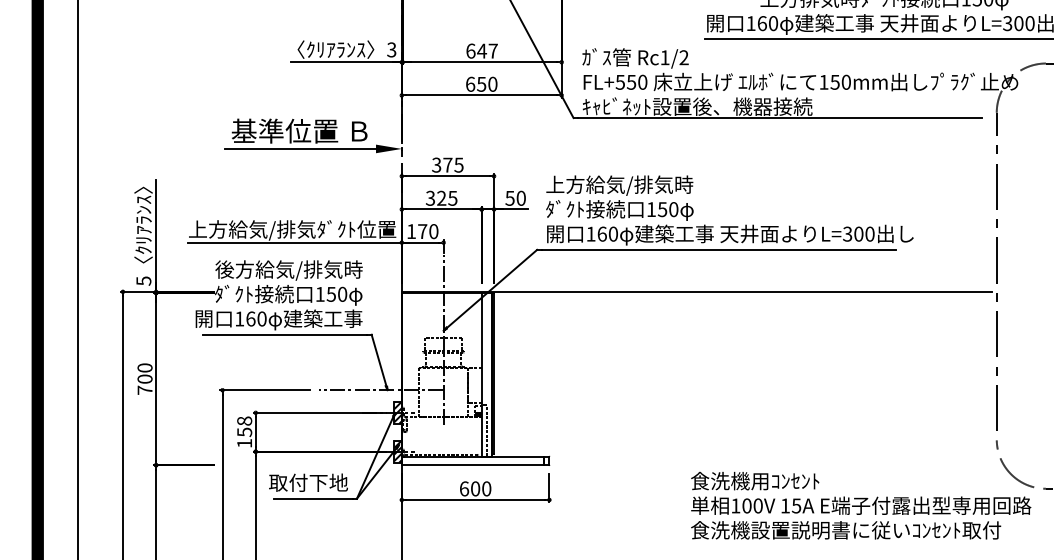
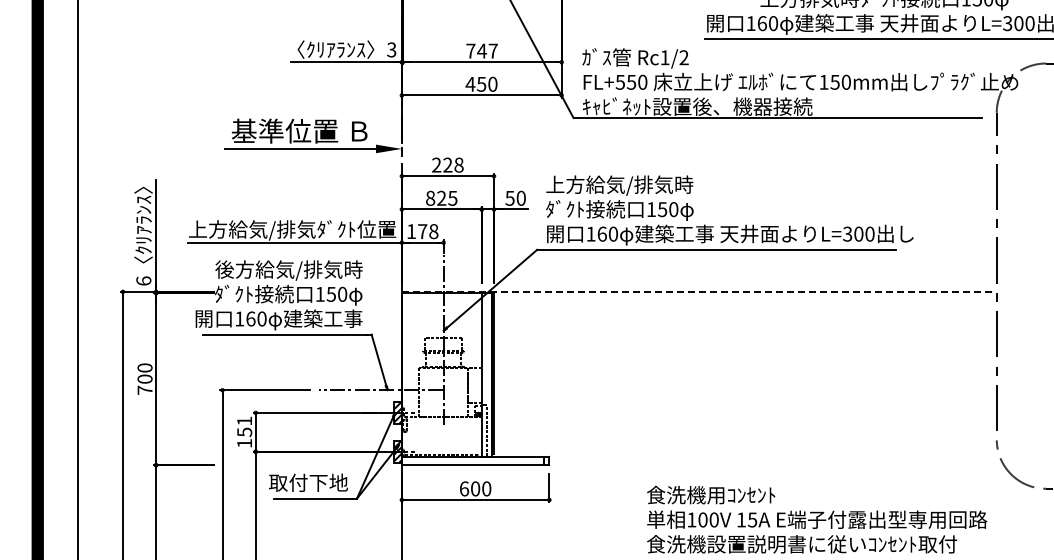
text at (470, 50): 647 -> 747
text at (470, 83): 650 -> 450
text at (447, 164): 375 -> 228
text at (430, 197): 325 -> 825
text at (433, 231): 170 -> 178
text at (143, 280): 5 -> 6
line at (696, 291): solid -> dashed
text at (244, 420): 158 -> 151
text at (861, 505) position: (861, 505) -> (817, 519)
